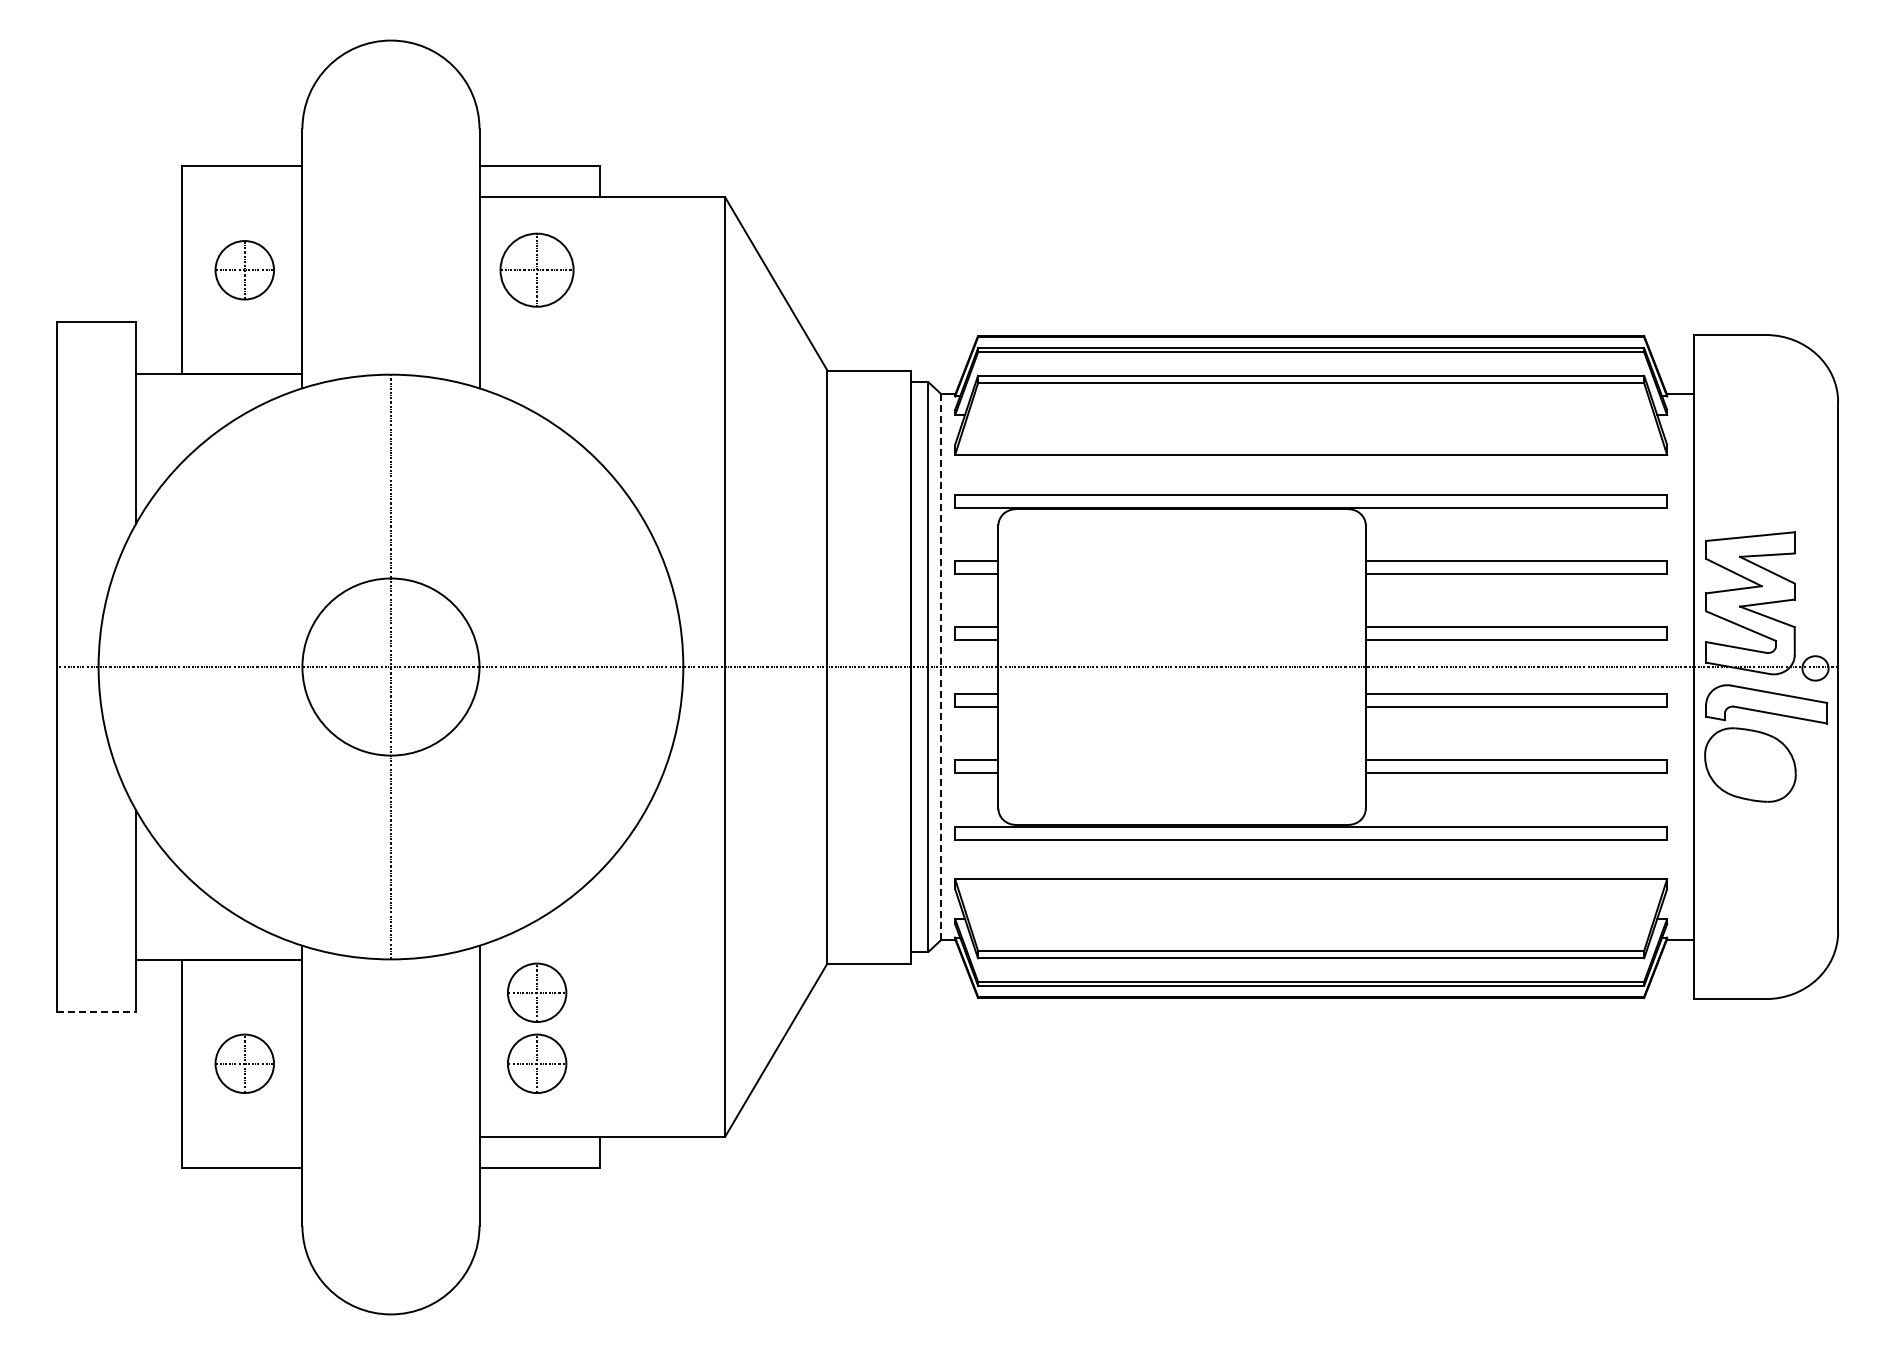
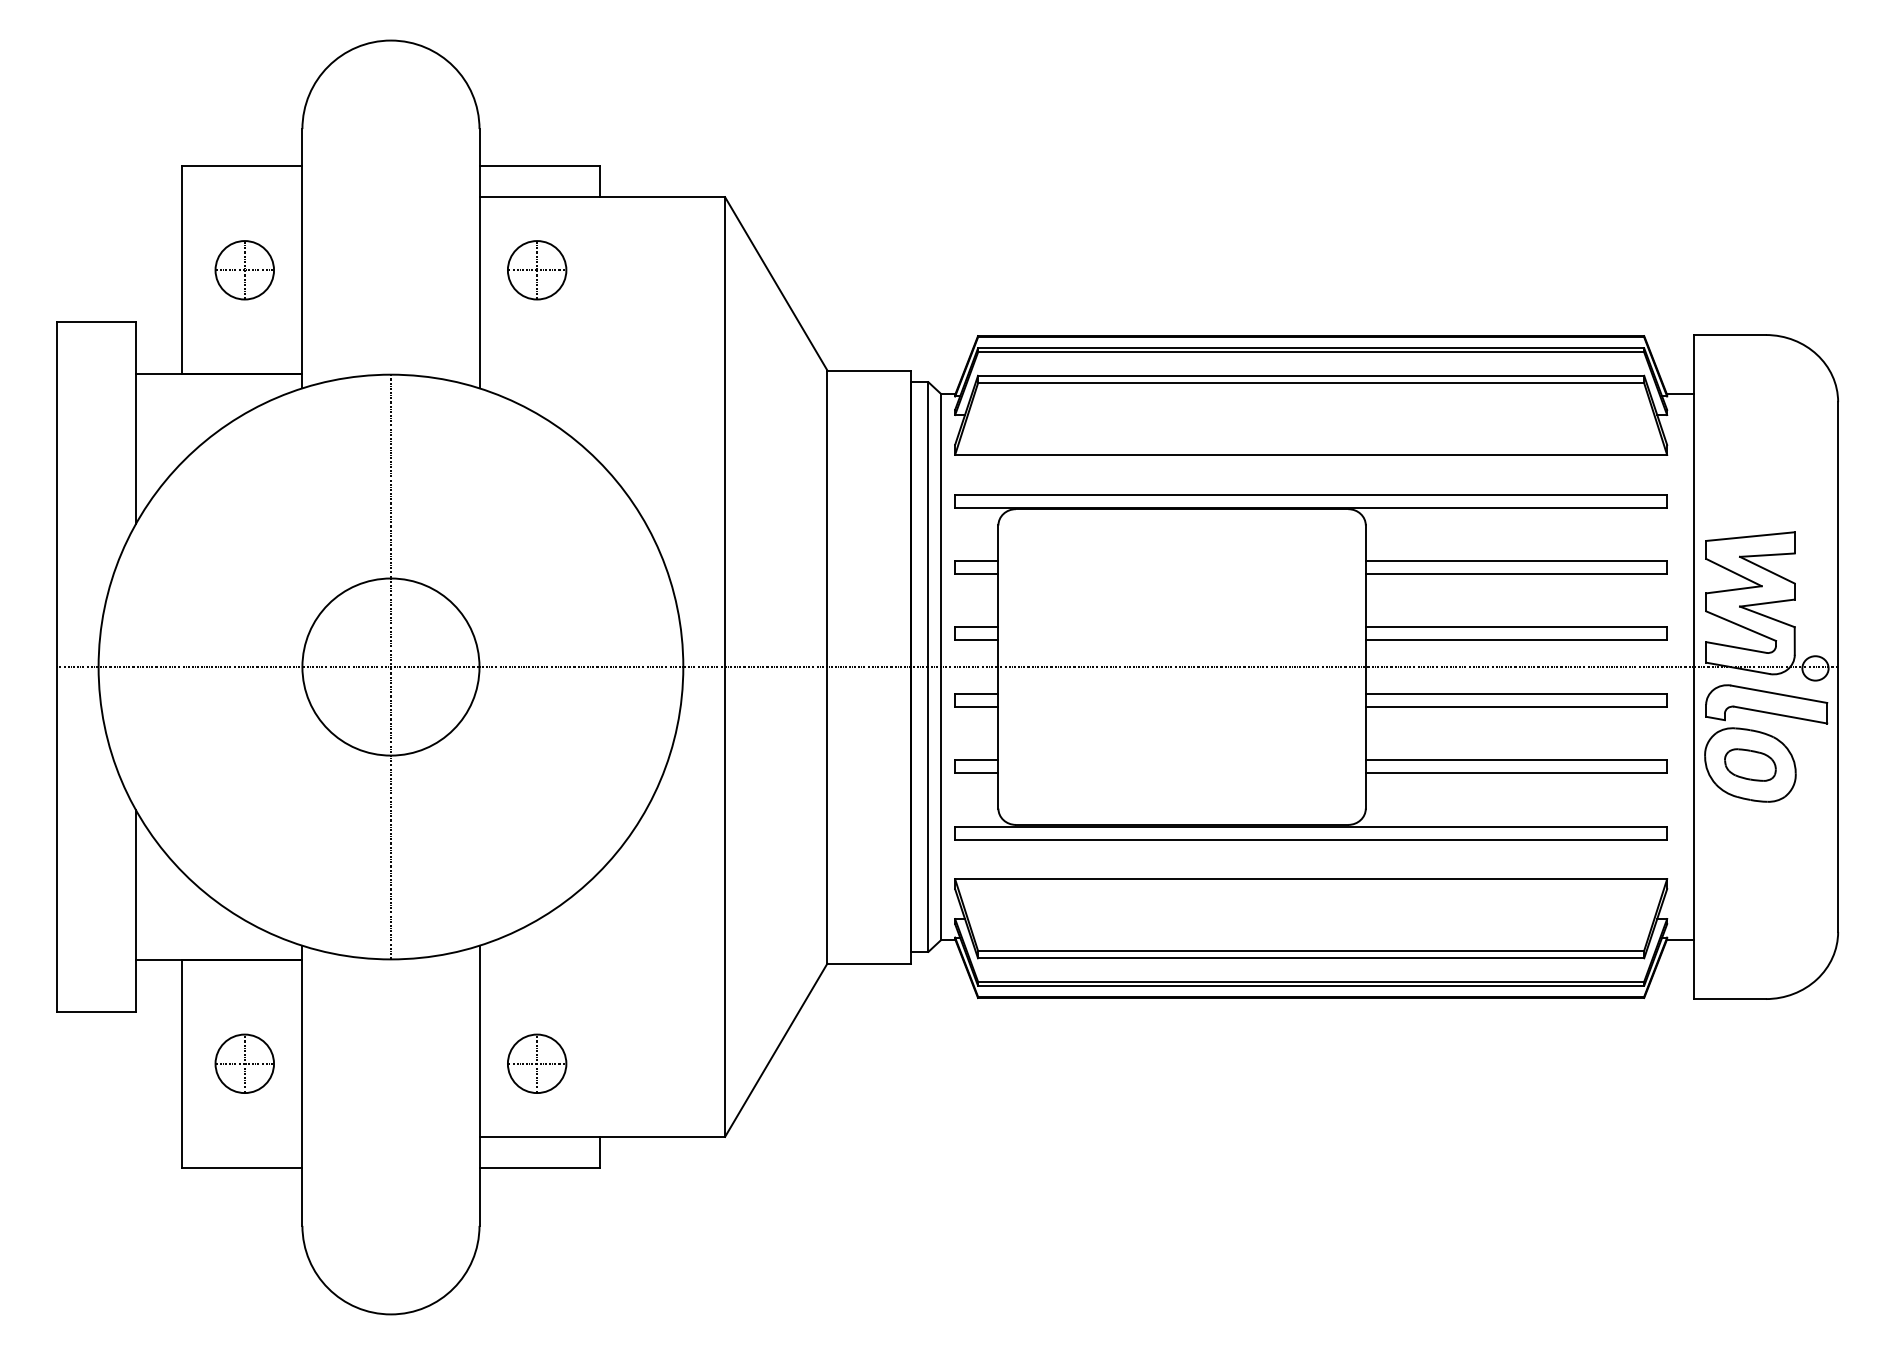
part at (536, 269) size: 76x76 px -> 61x61 px
line at (940, 666): dashed -> solid
part at (1750, 764): none -> present
part at (537, 992): present -> none
line at (96, 1011): dashed -> solid
